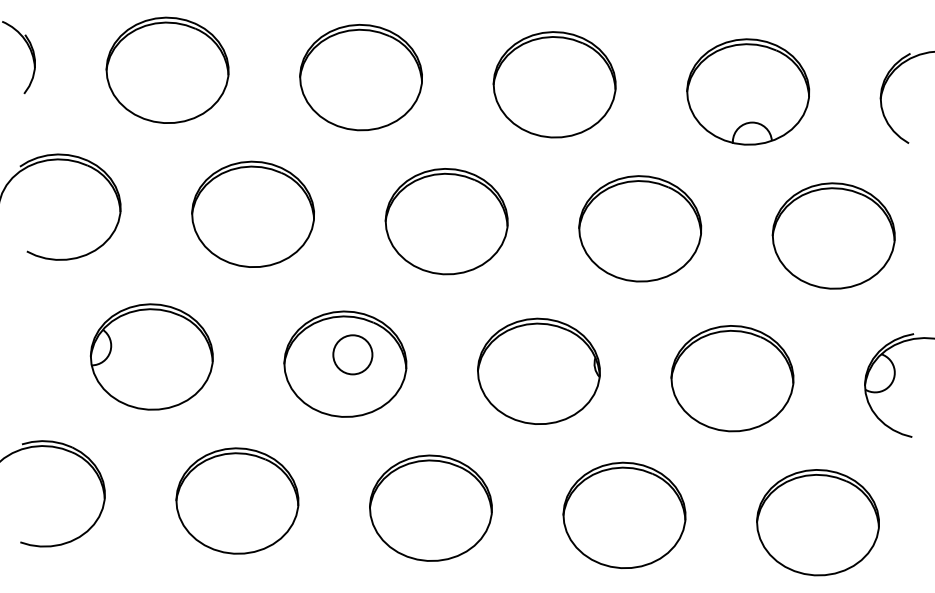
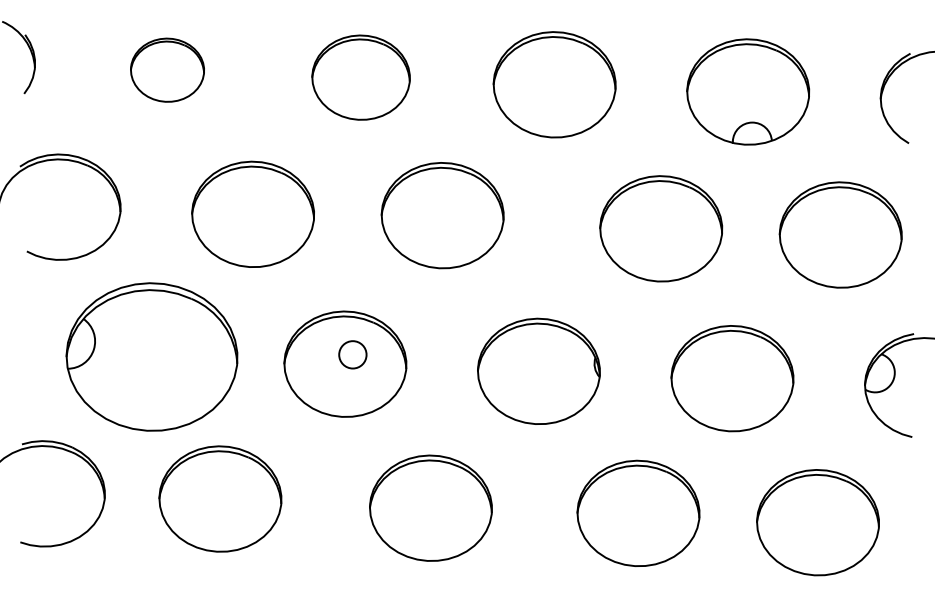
part at (167, 69) size: 125x108 px -> 75x66 px
part at (360, 77) size: 124x108 px -> 100x87 px
part at (446, 221) position: (446, 221) -> (442, 215)
part at (640, 228) position: (640, 228) -> (661, 228)
part at (833, 235) position: (833, 235) -> (840, 234)
circle at (352, 354) diameter: 39 px -> 27 px
part at (151, 356) size: 125x108 px -> 174x150 px
part at (237, 500) position: (237, 500) -> (220, 498)
part at (624, 514) position: (624, 514) -> (638, 512)
